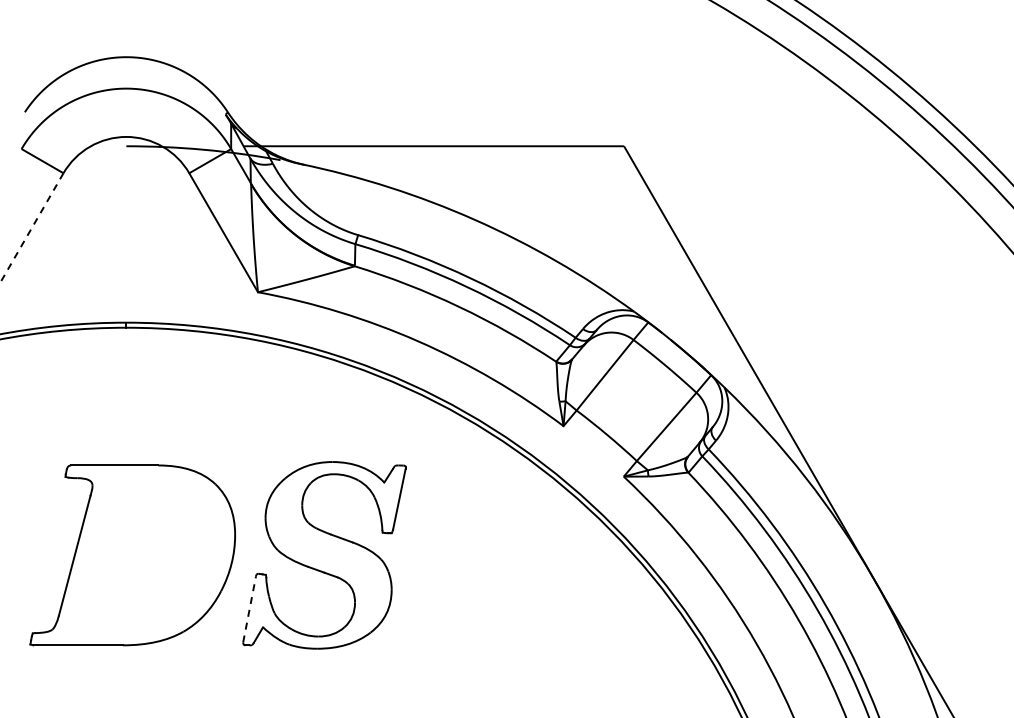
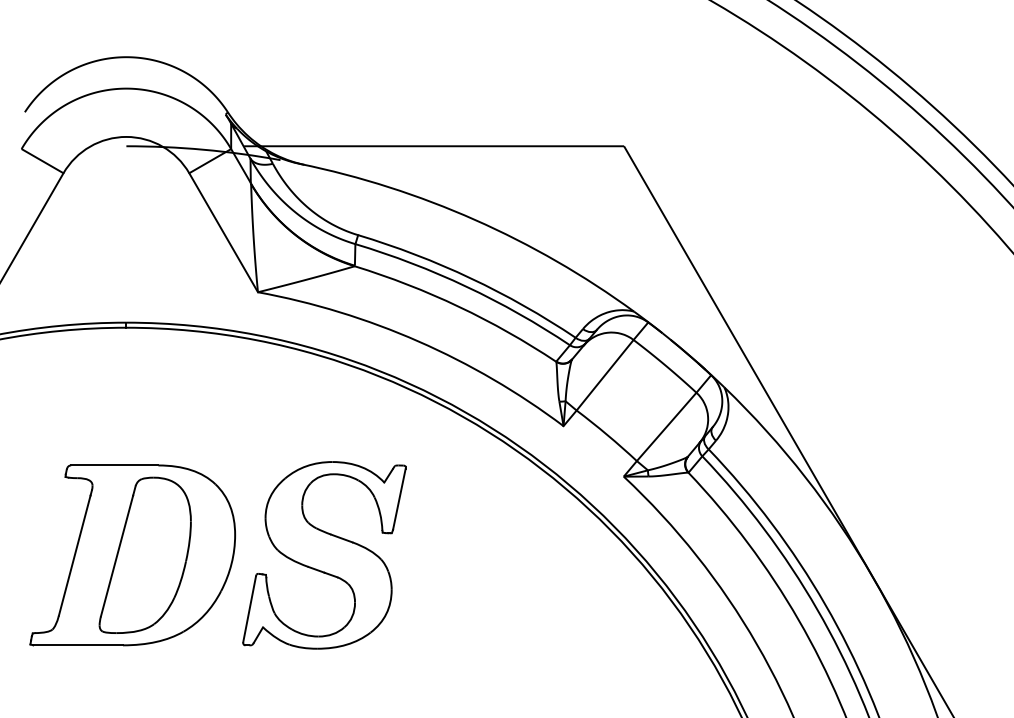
line at (32, 227): dashed -> solid
part at (144, 554): none -> present
line at (249, 609): dashed -> solid
